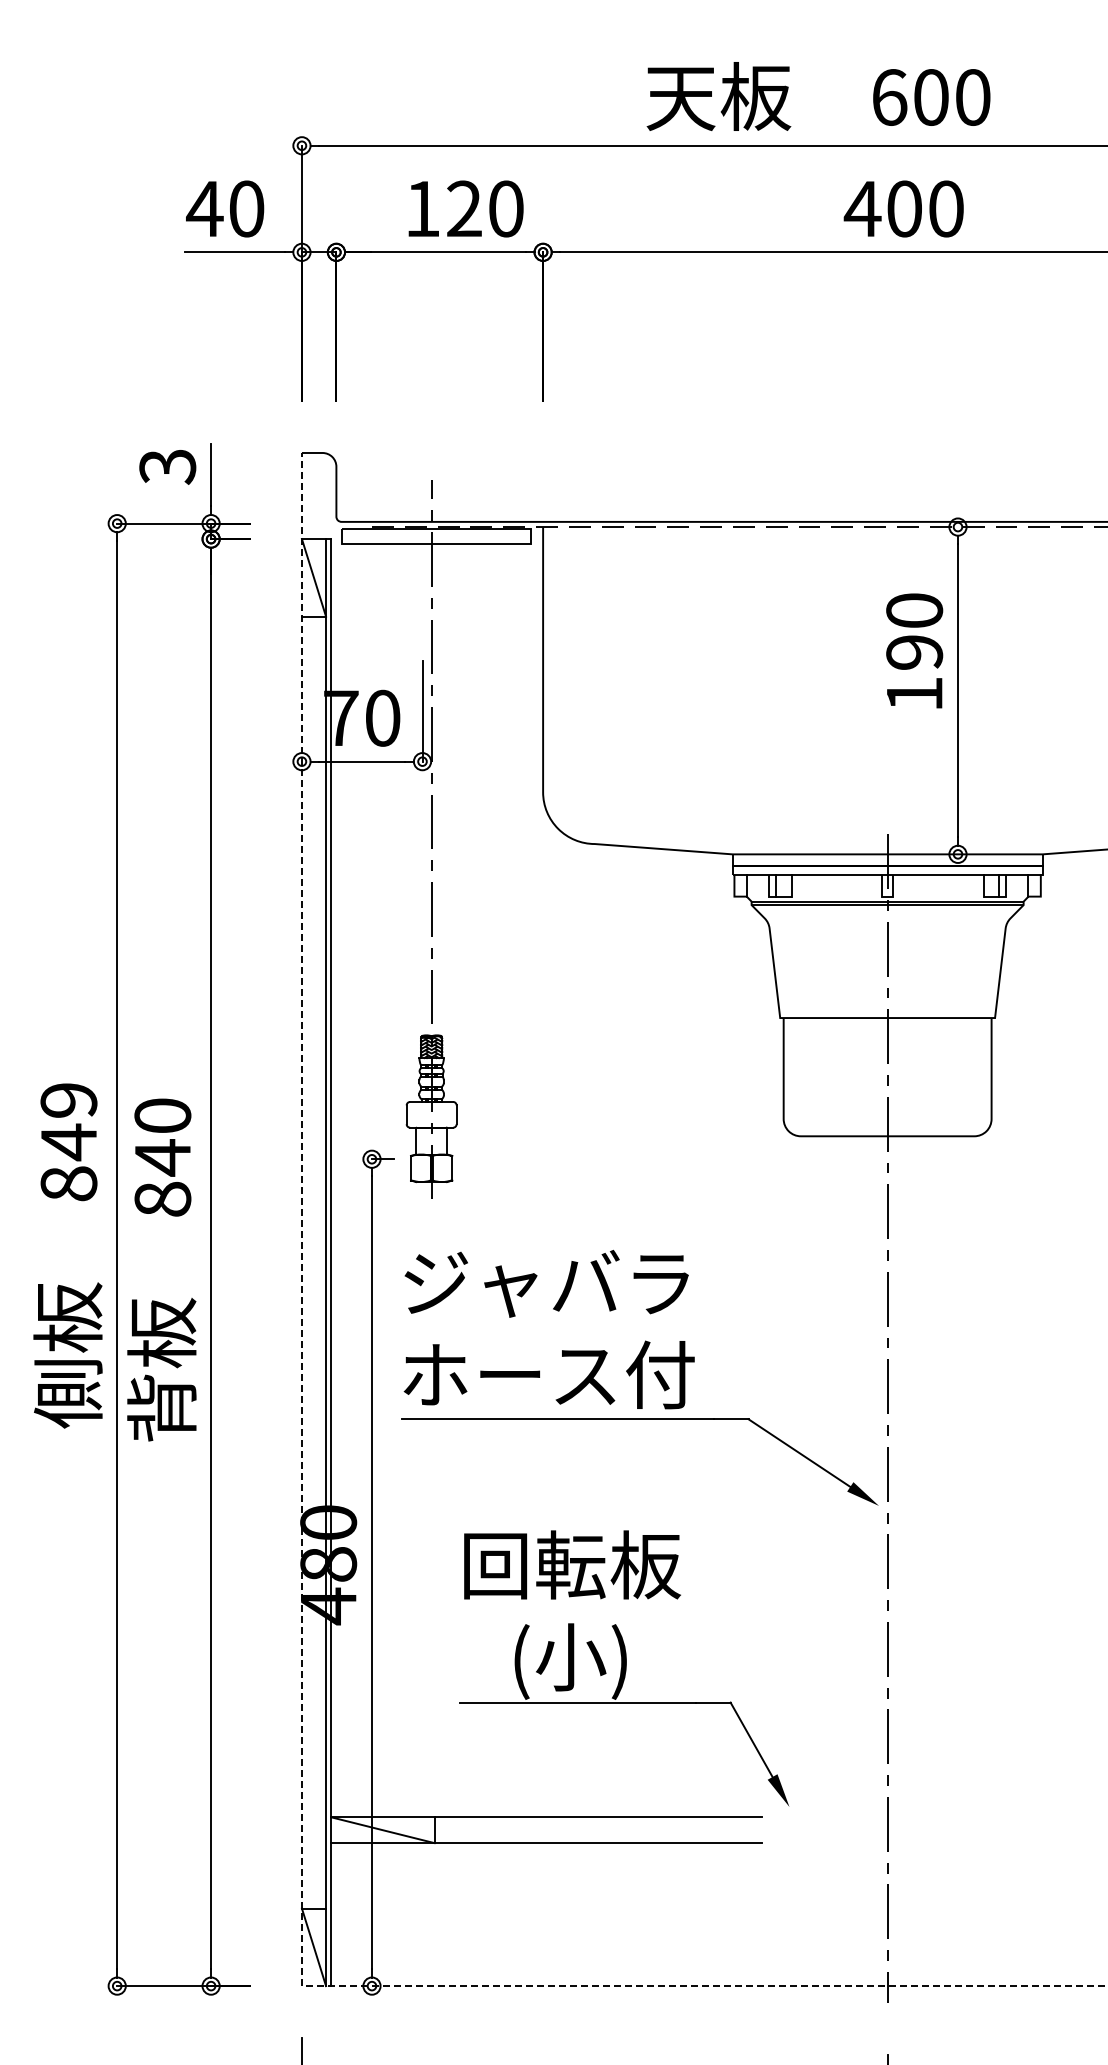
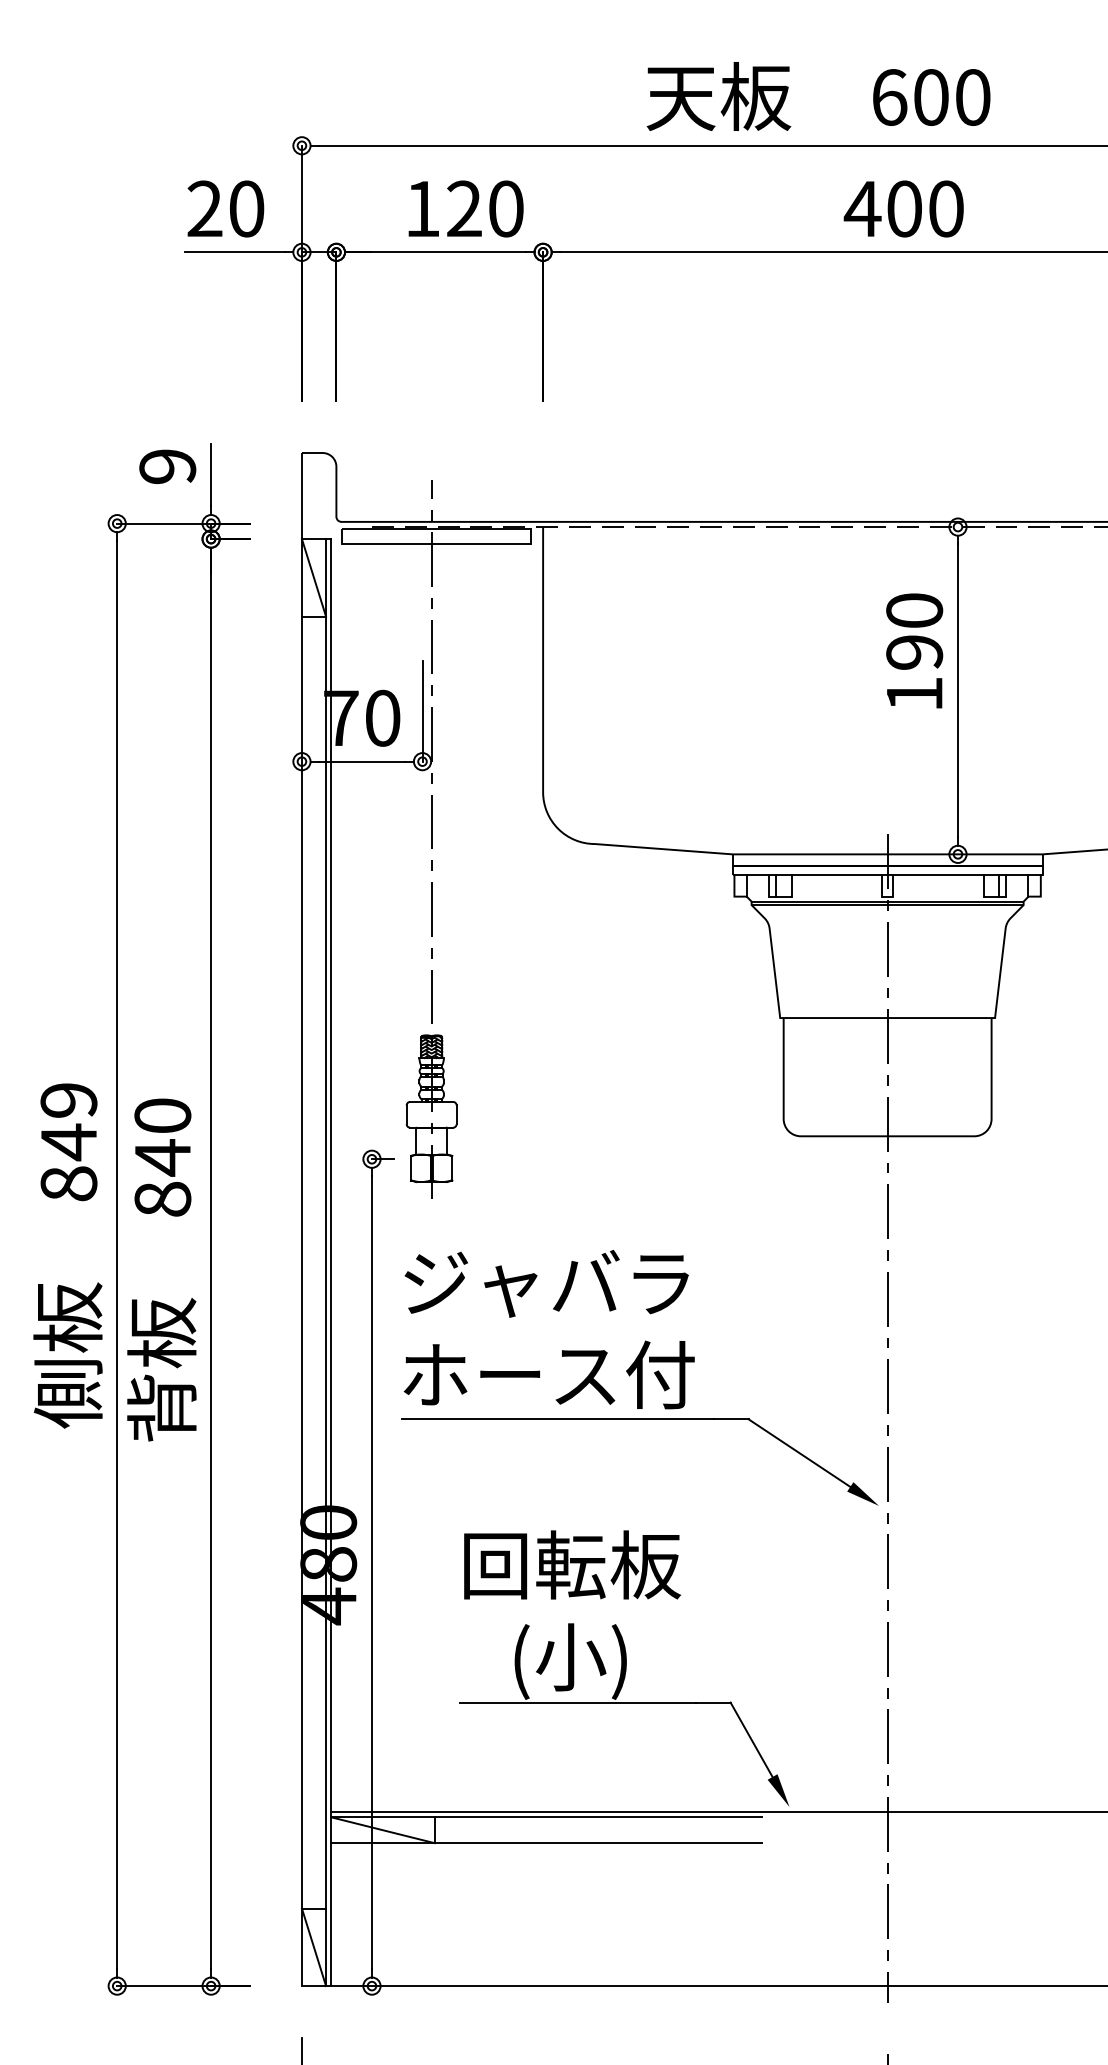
text at (204, 208): 40 -> 20
text at (167, 466): 3 -> 9
line at (301, 1622): dashed -> solid
line at (717, 1812): none -> present
